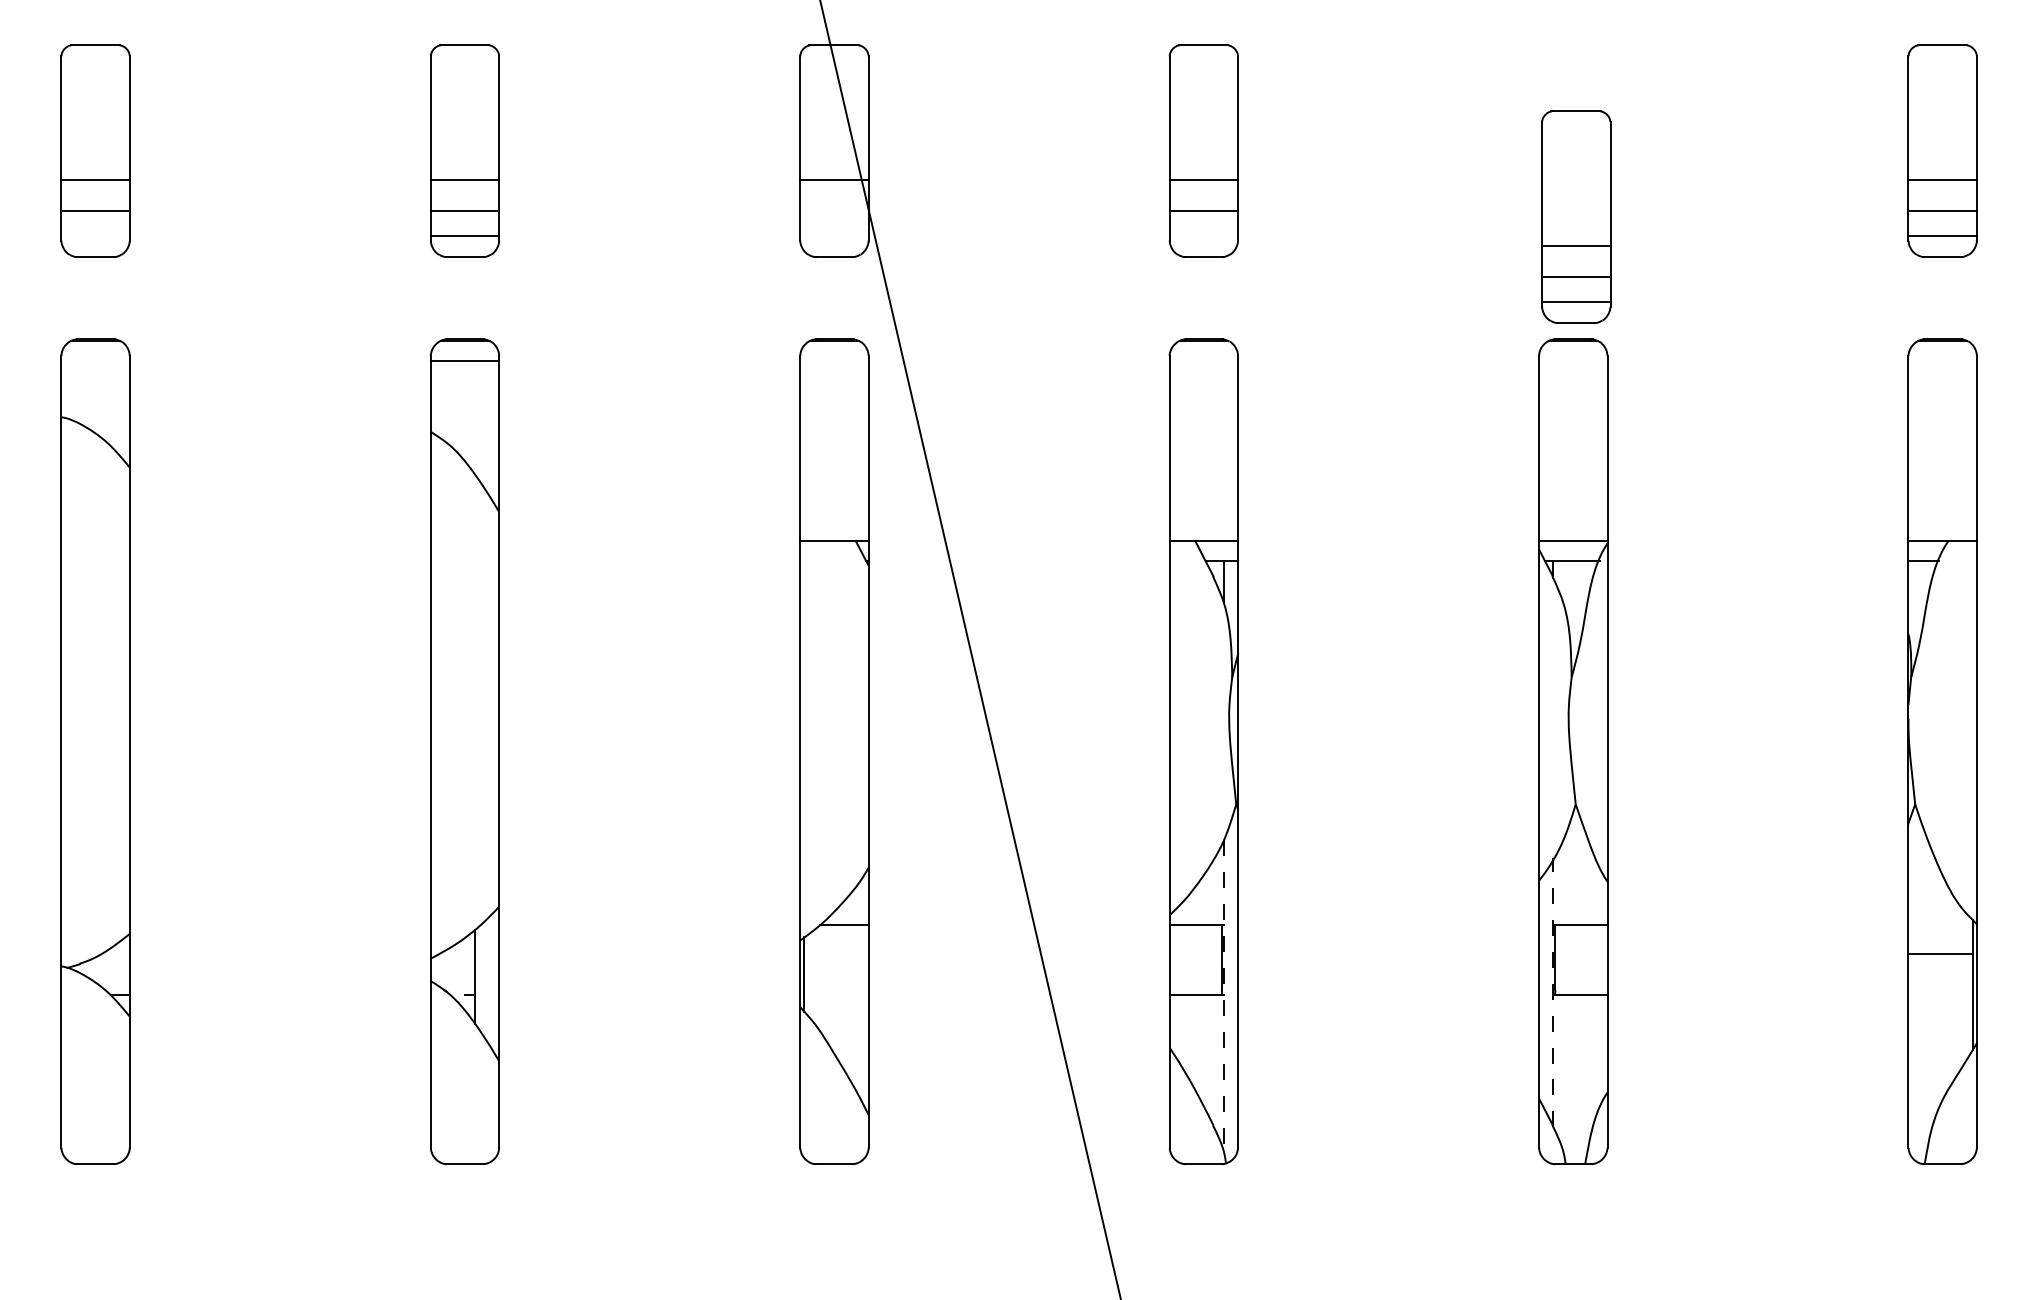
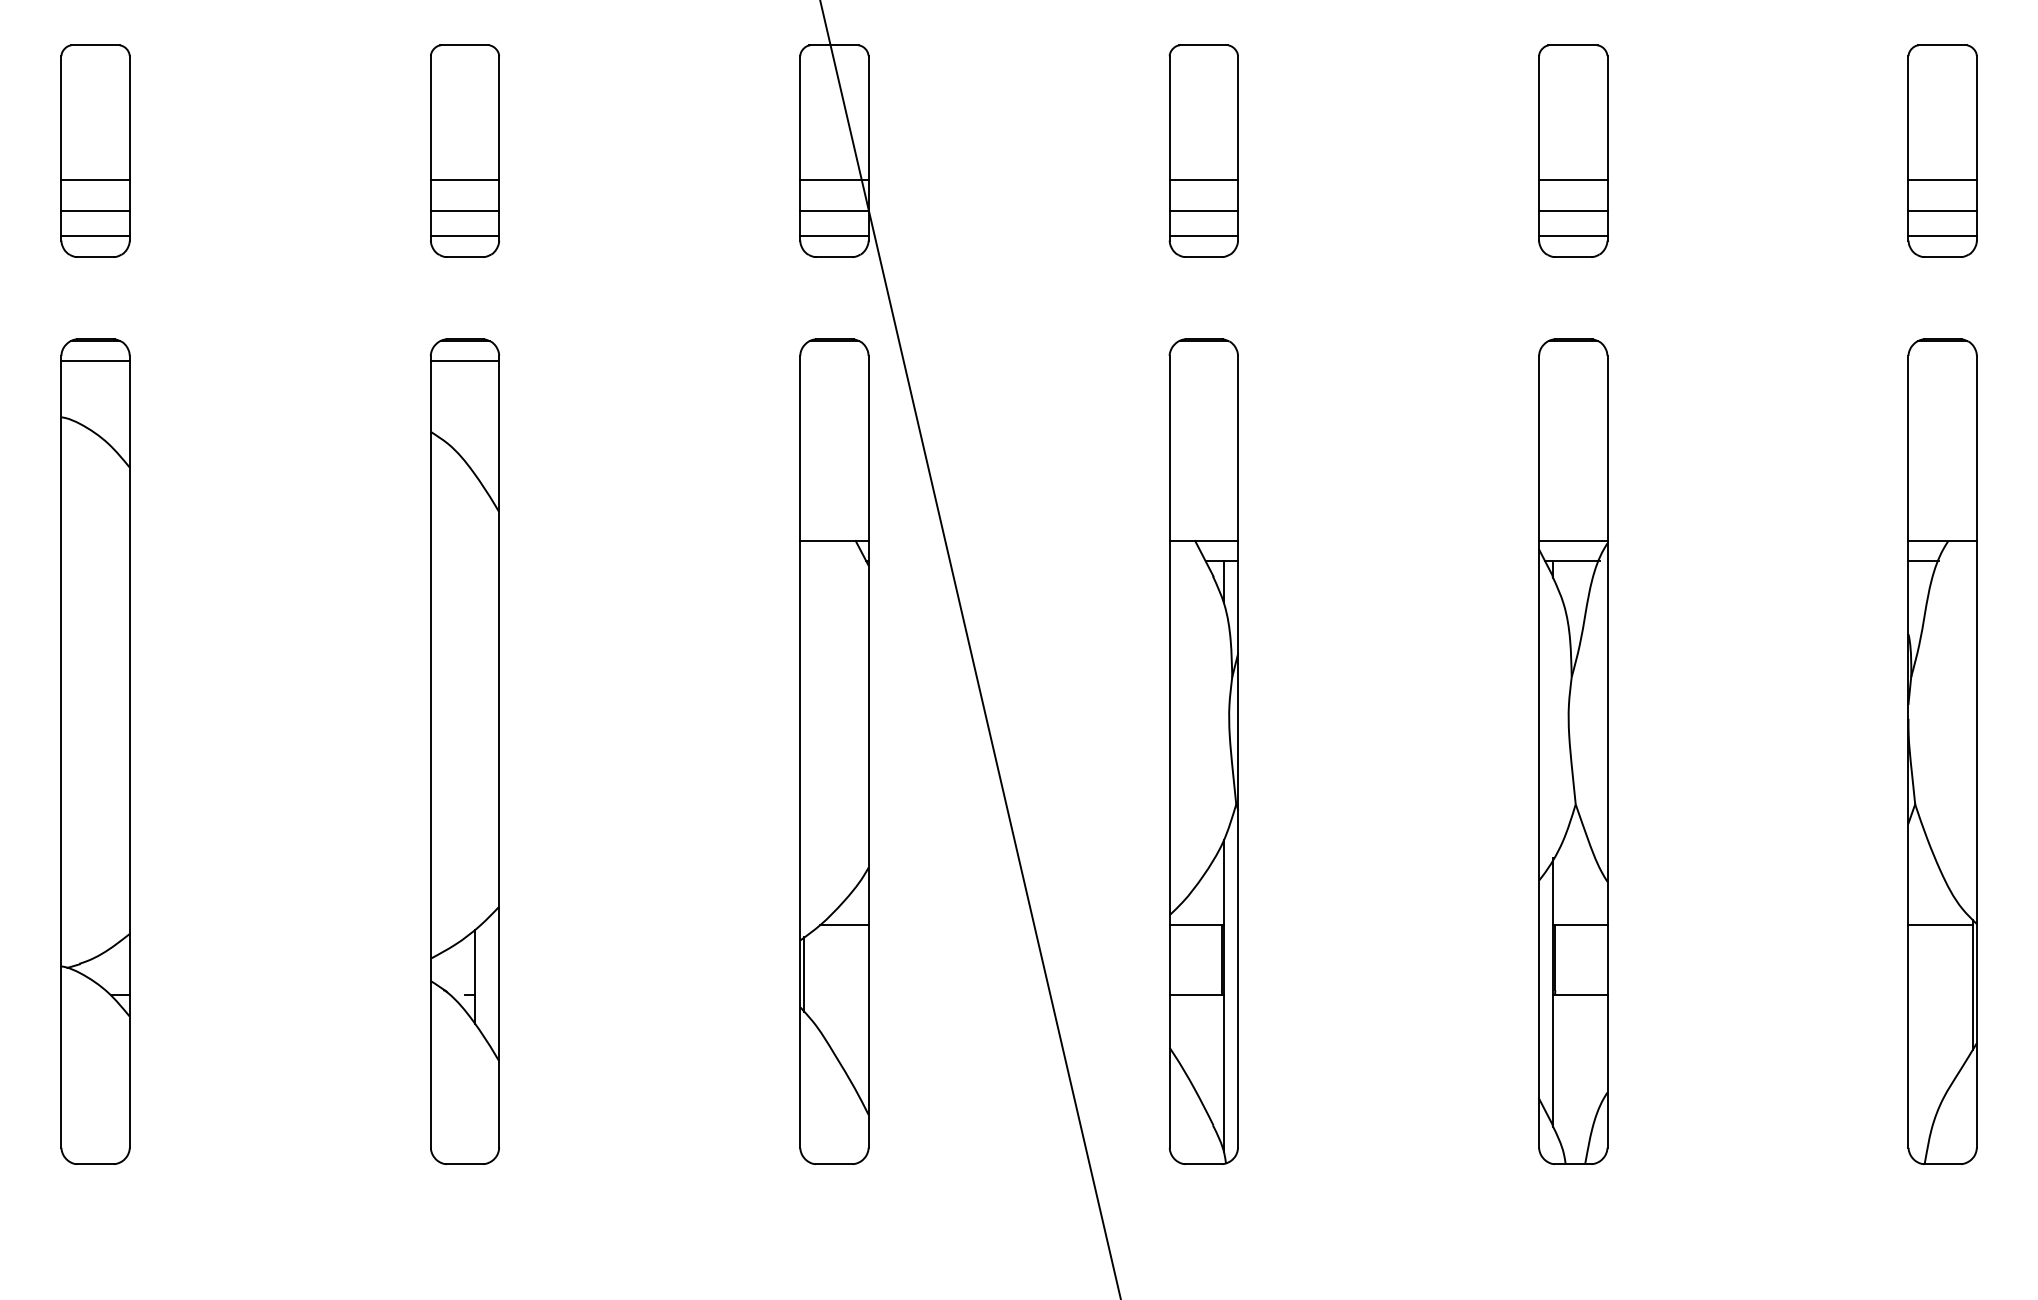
line at (834, 210): none -> present
part at (1576, 216) position: (1576, 216) -> (1573, 150)
line at (95, 236): none -> present
line at (834, 236): none -> present
line at (1203, 236): none -> present
line at (95, 361): none -> present
line at (1940, 954) position: (1940, 954) -> (1940, 925)
line at (1553, 992): dashed -> solid
line at (1223, 996): dashed -> solid
